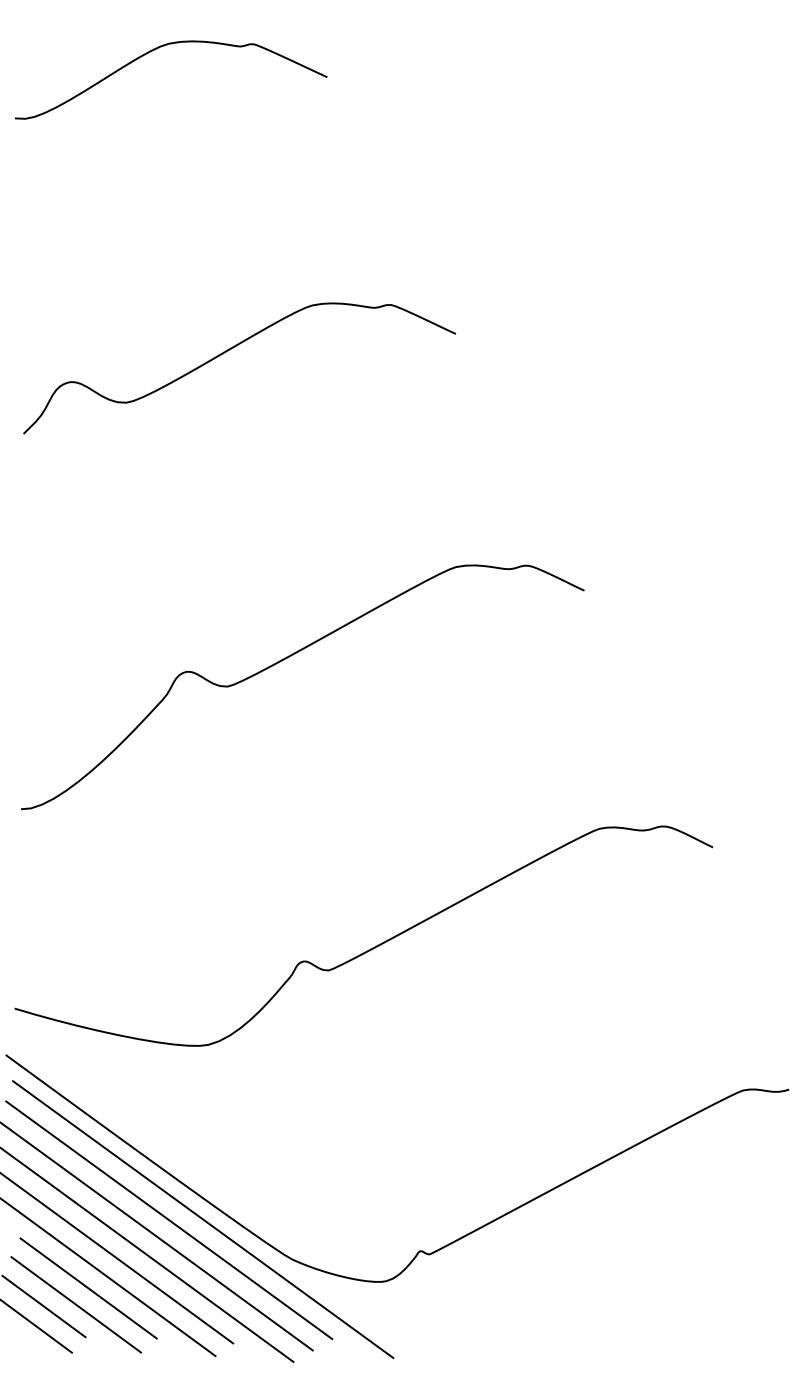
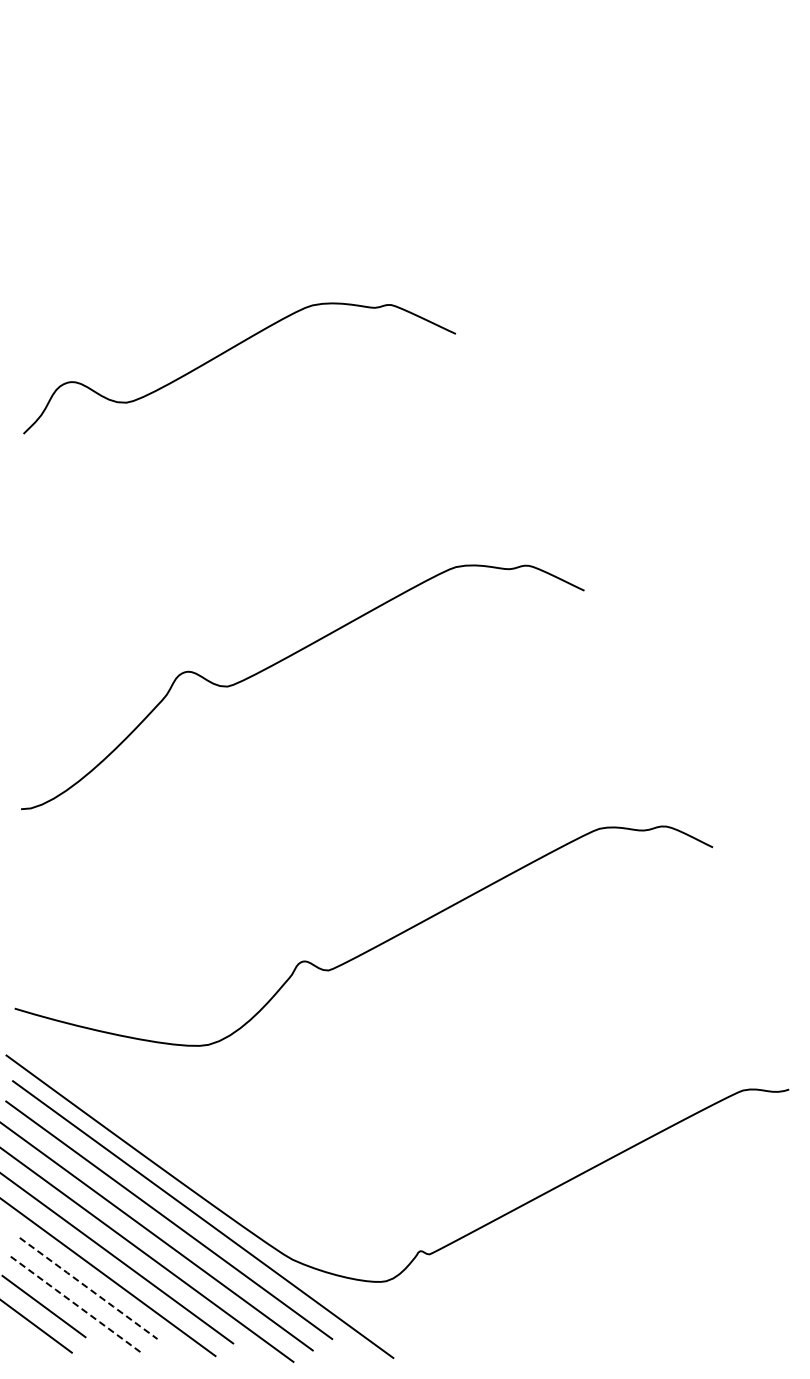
curve at (159, 48): present -> none
line at (88, 1288): solid -> dashed
line at (76, 1305): solid -> dashed
